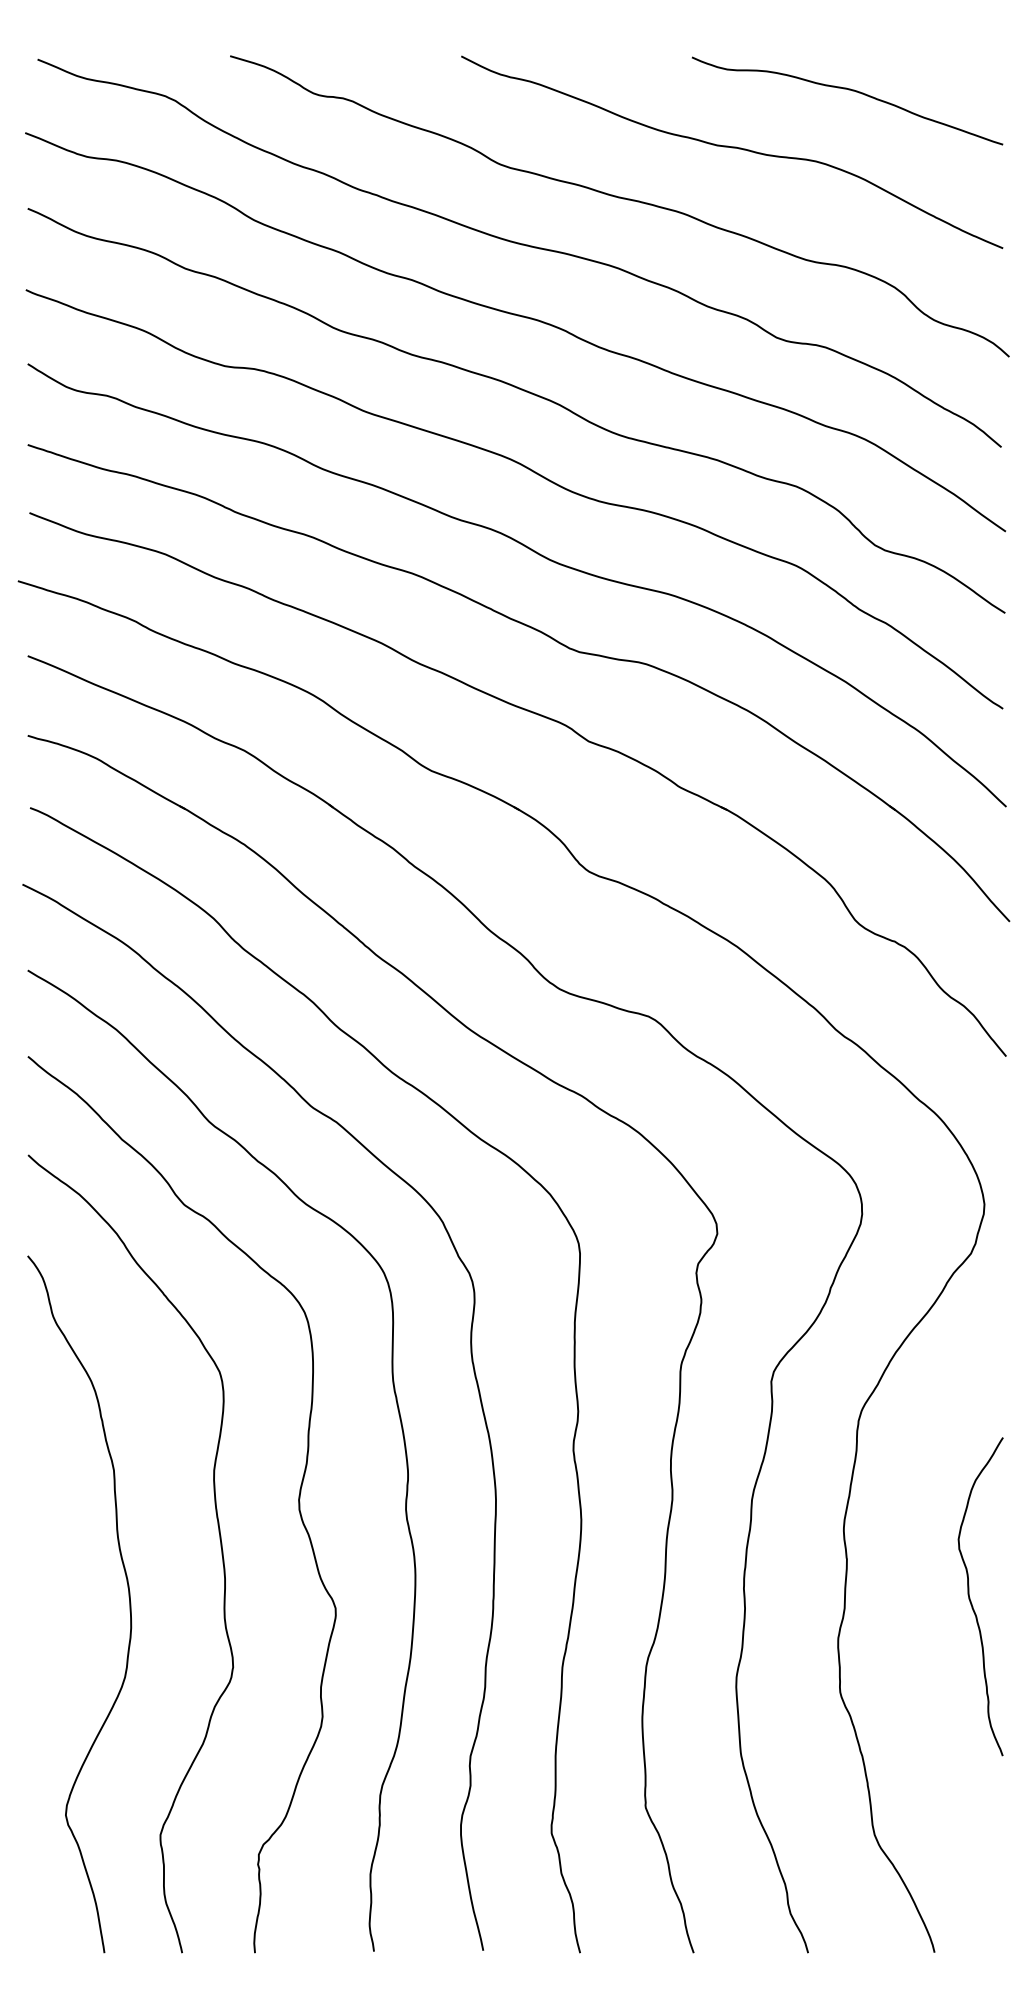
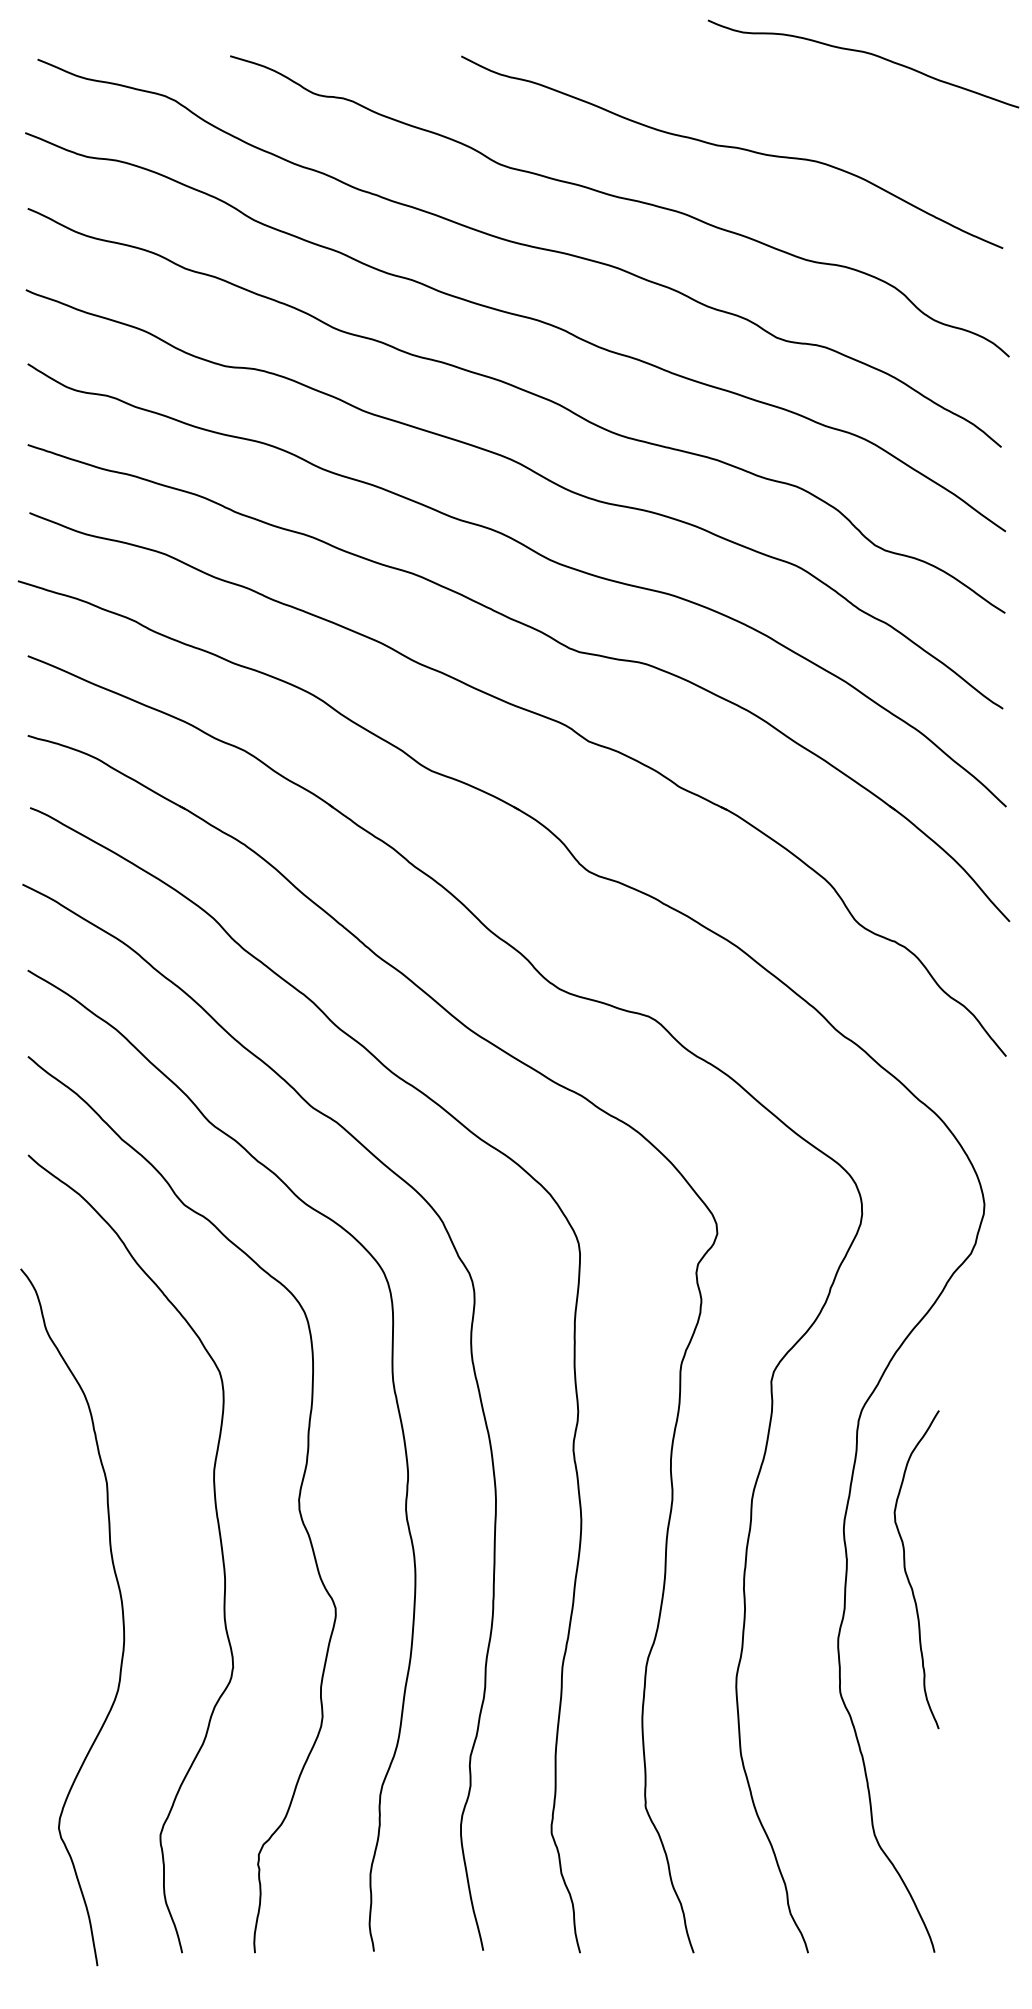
curve at (848, 90) position: (848, 90) -> (864, 53)
curve at (128, 1597) position: (128, 1597) -> (121, 1610)
curve at (971, 1600) position: (971, 1600) -> (907, 1573)
